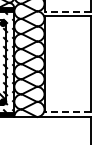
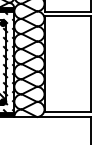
line at (67, 11): dashed -> solid
line at (67, 112): dashed -> solid
